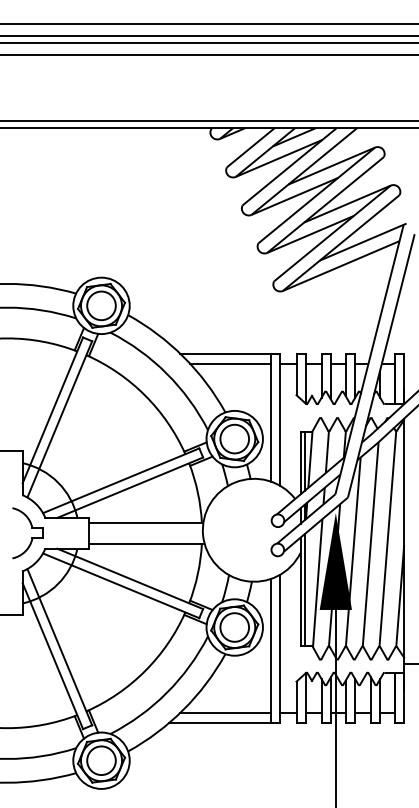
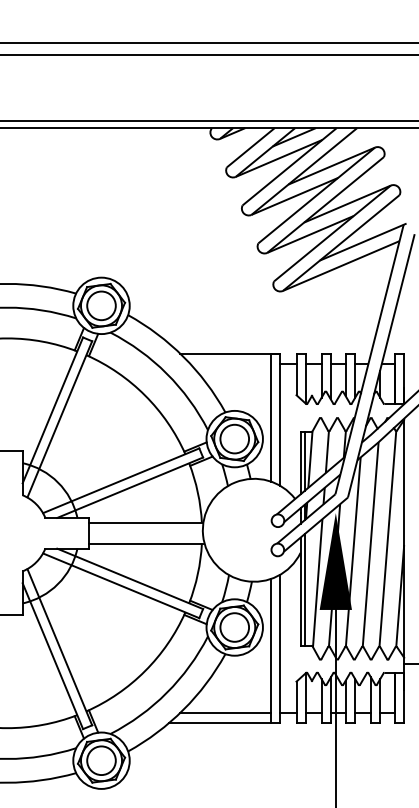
line at (208, 24): present -> none
line at (208, 35): present -> none
line at (230, 364): present -> none
part at (27, 533): present -> none
